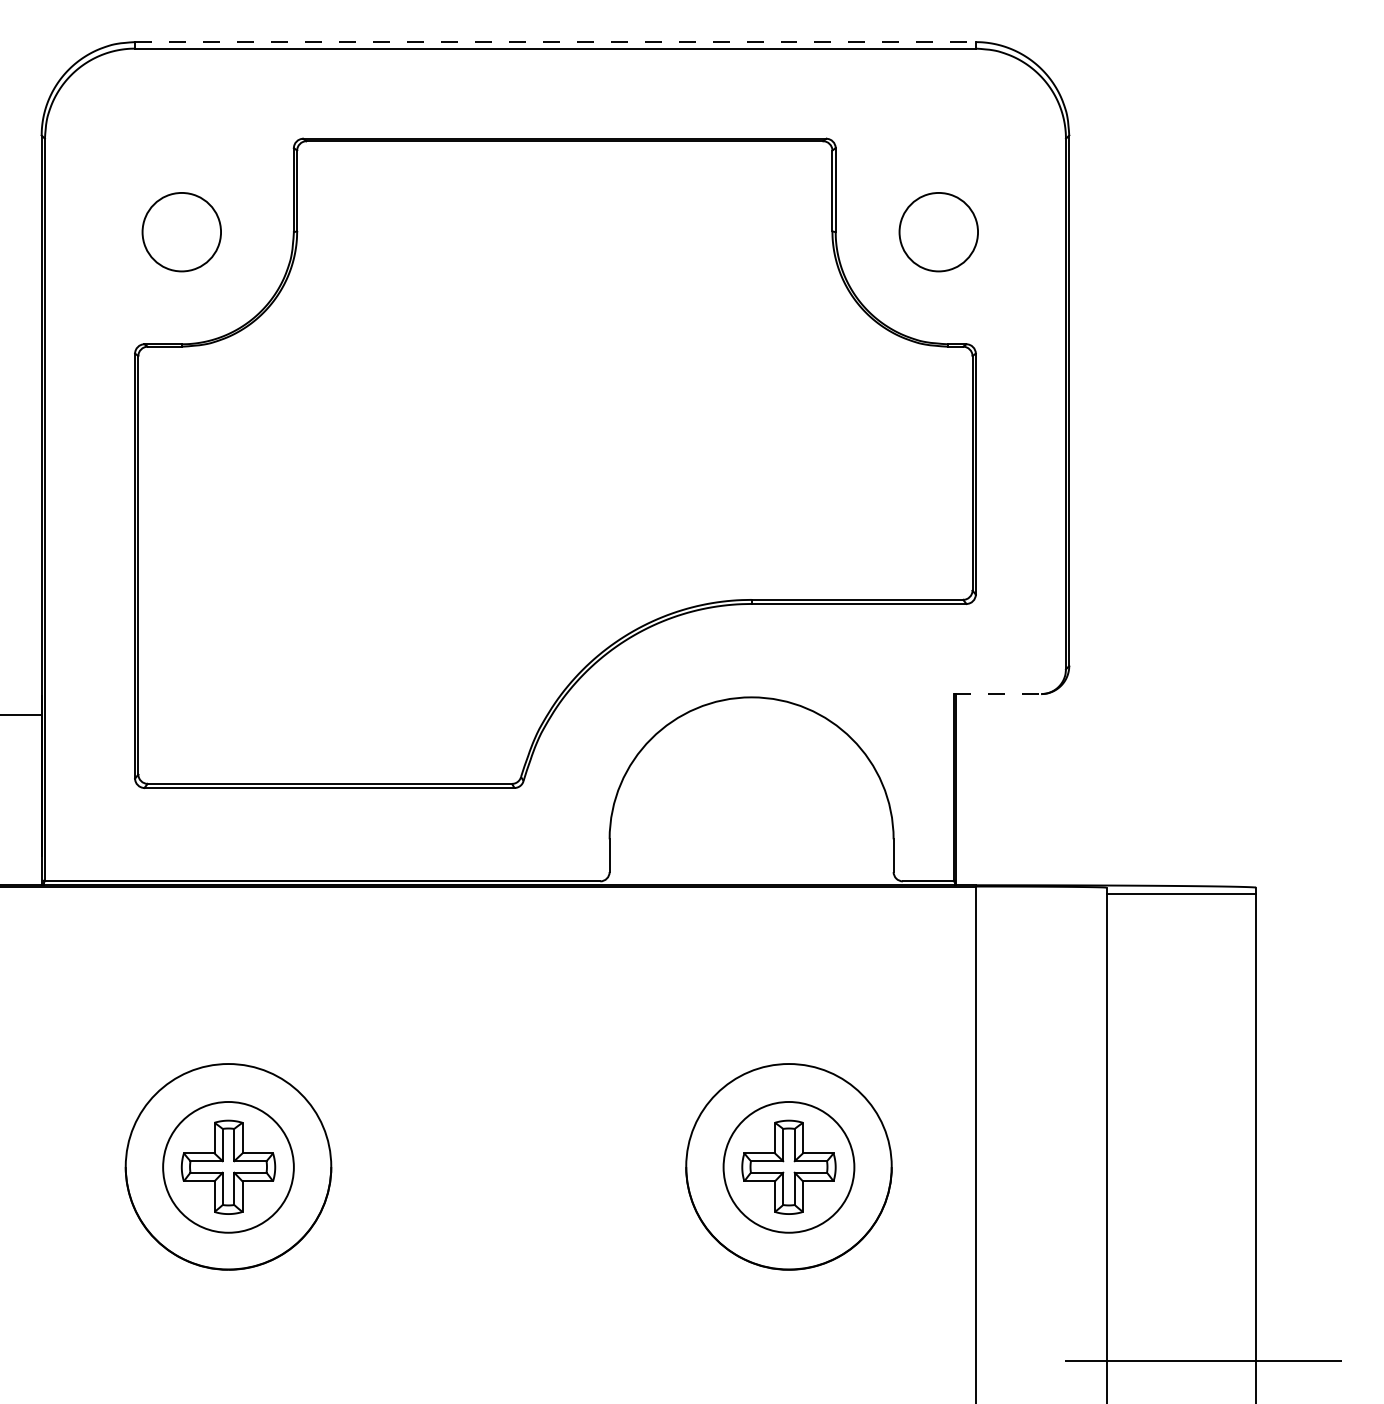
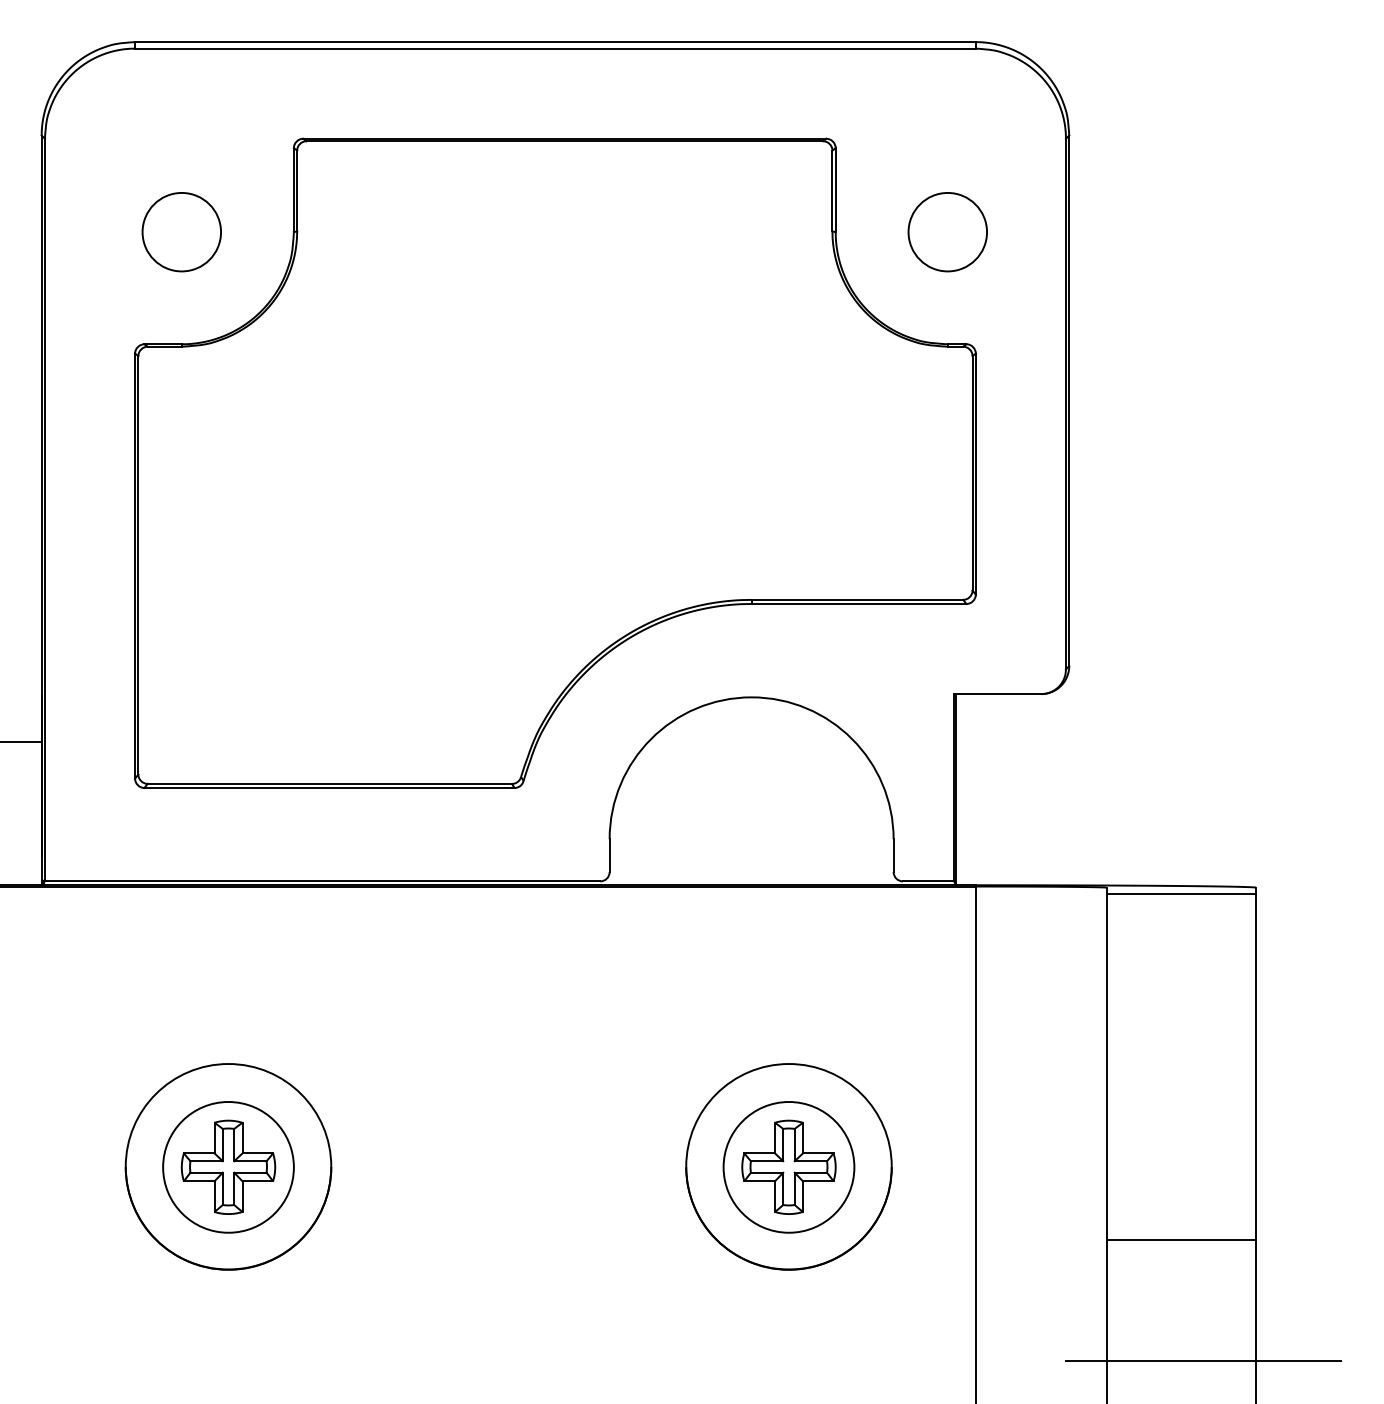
line at (555, 42): dashed -> solid
part at (938, 232) position: (938, 232) -> (947, 232)
line at (997, 694): dashed -> solid
line at (21, 714) position: (21, 714) -> (21, 741)
line at (1181, 1239): none -> present
